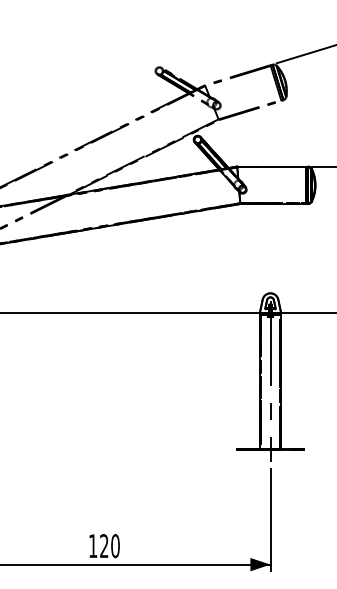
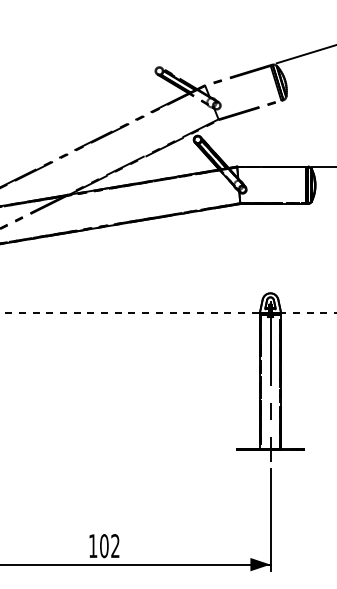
line at (168, 313): solid -> dashed
text at (109, 546): 120 -> 102
